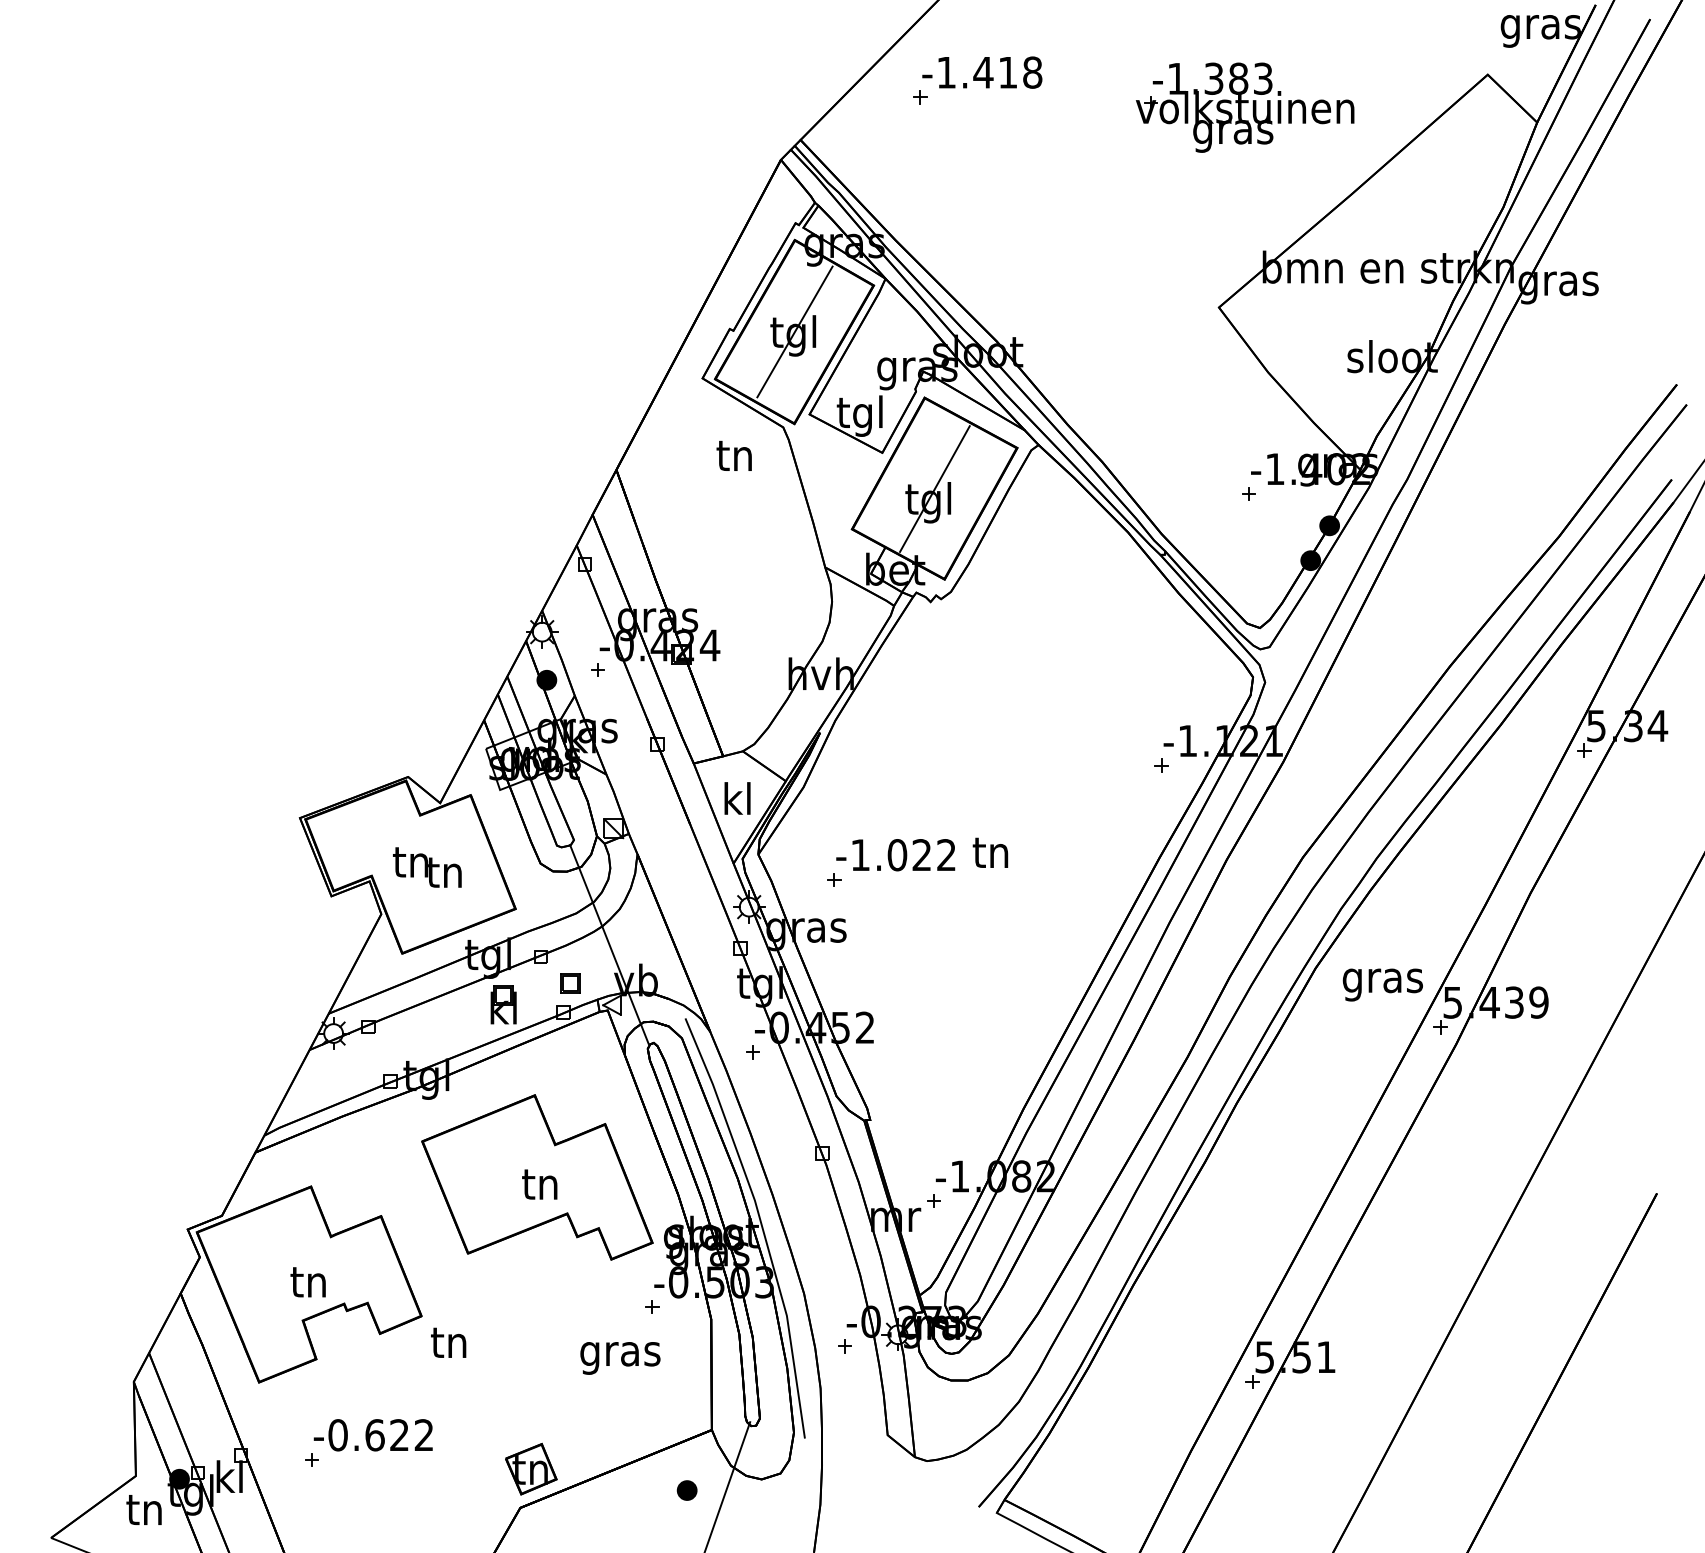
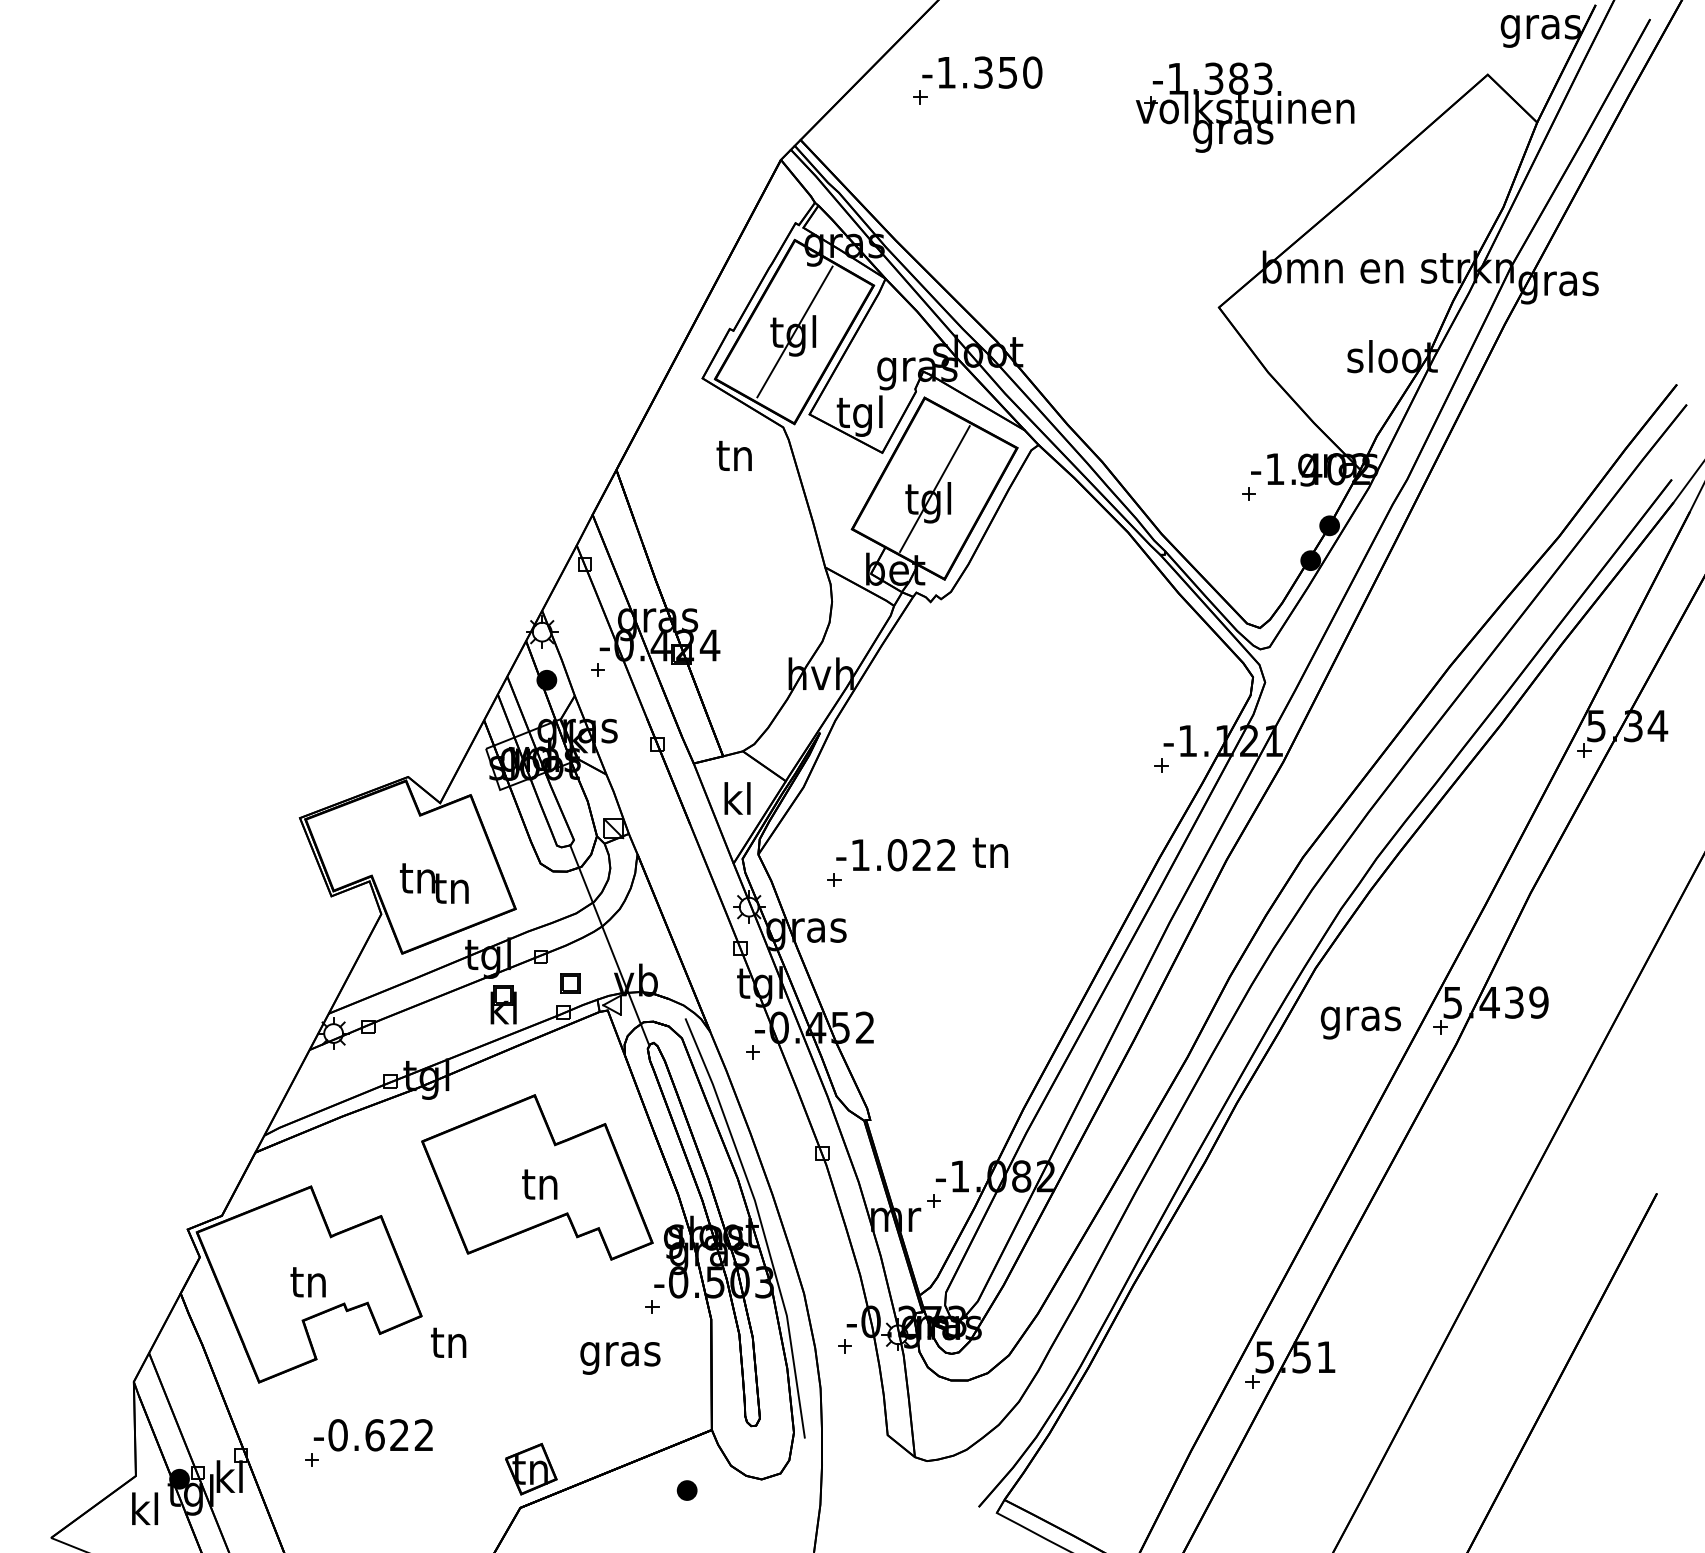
text at (1007, 72): -1.418 -> -1.350
text at (427, 867) position: (427, 867) -> (434, 883)
text at (1382, 984) position: (1382, 984) -> (1360, 1022)
line at (727, 1485): present -> none
text at (143, 1508): tn -> kl
